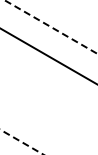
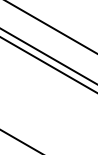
line at (51, 27): dashed -> solid
line at (48, 64): none -> present
line at (22, 142): dashed -> solid
